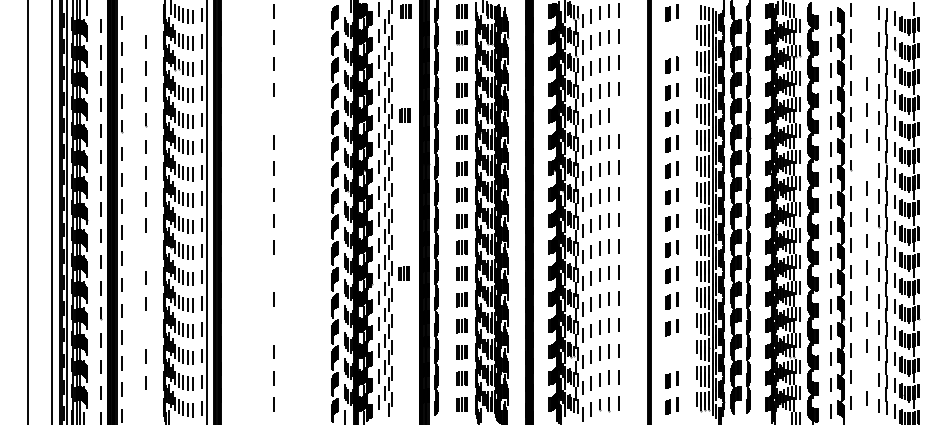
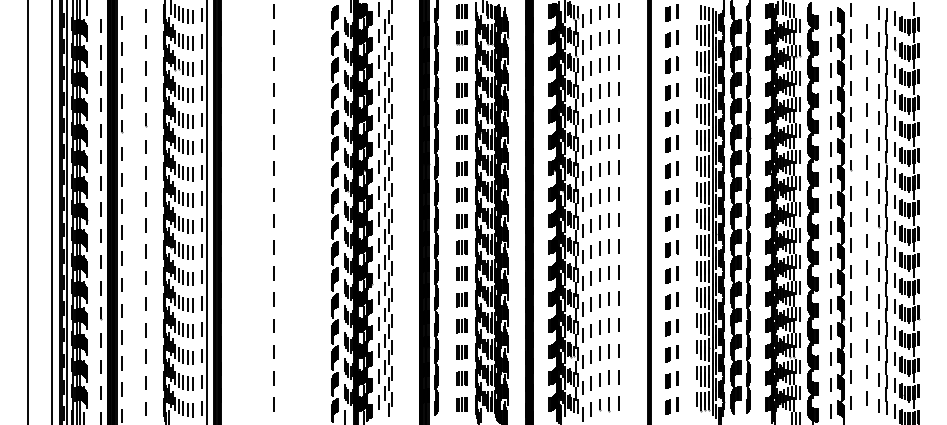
part at (405, 11): present -> none
line at (145, 15): none -> present
line at (866, 31): none -> present
part at (671, 38): none -> present
line at (866, 57): none -> present
line at (618, 114): none -> present
part at (404, 115): present -> none
line at (273, 116): none -> present
line at (866, 162): none -> present
line at (145, 251): none -> present
line at (273, 273): none -> present
part at (403, 273): present -> none
line at (273, 325): none -> present
line at (145, 330): none -> present
part at (671, 353): none -> present
line at (866, 371): none -> present
line at (145, 408): none -> present
